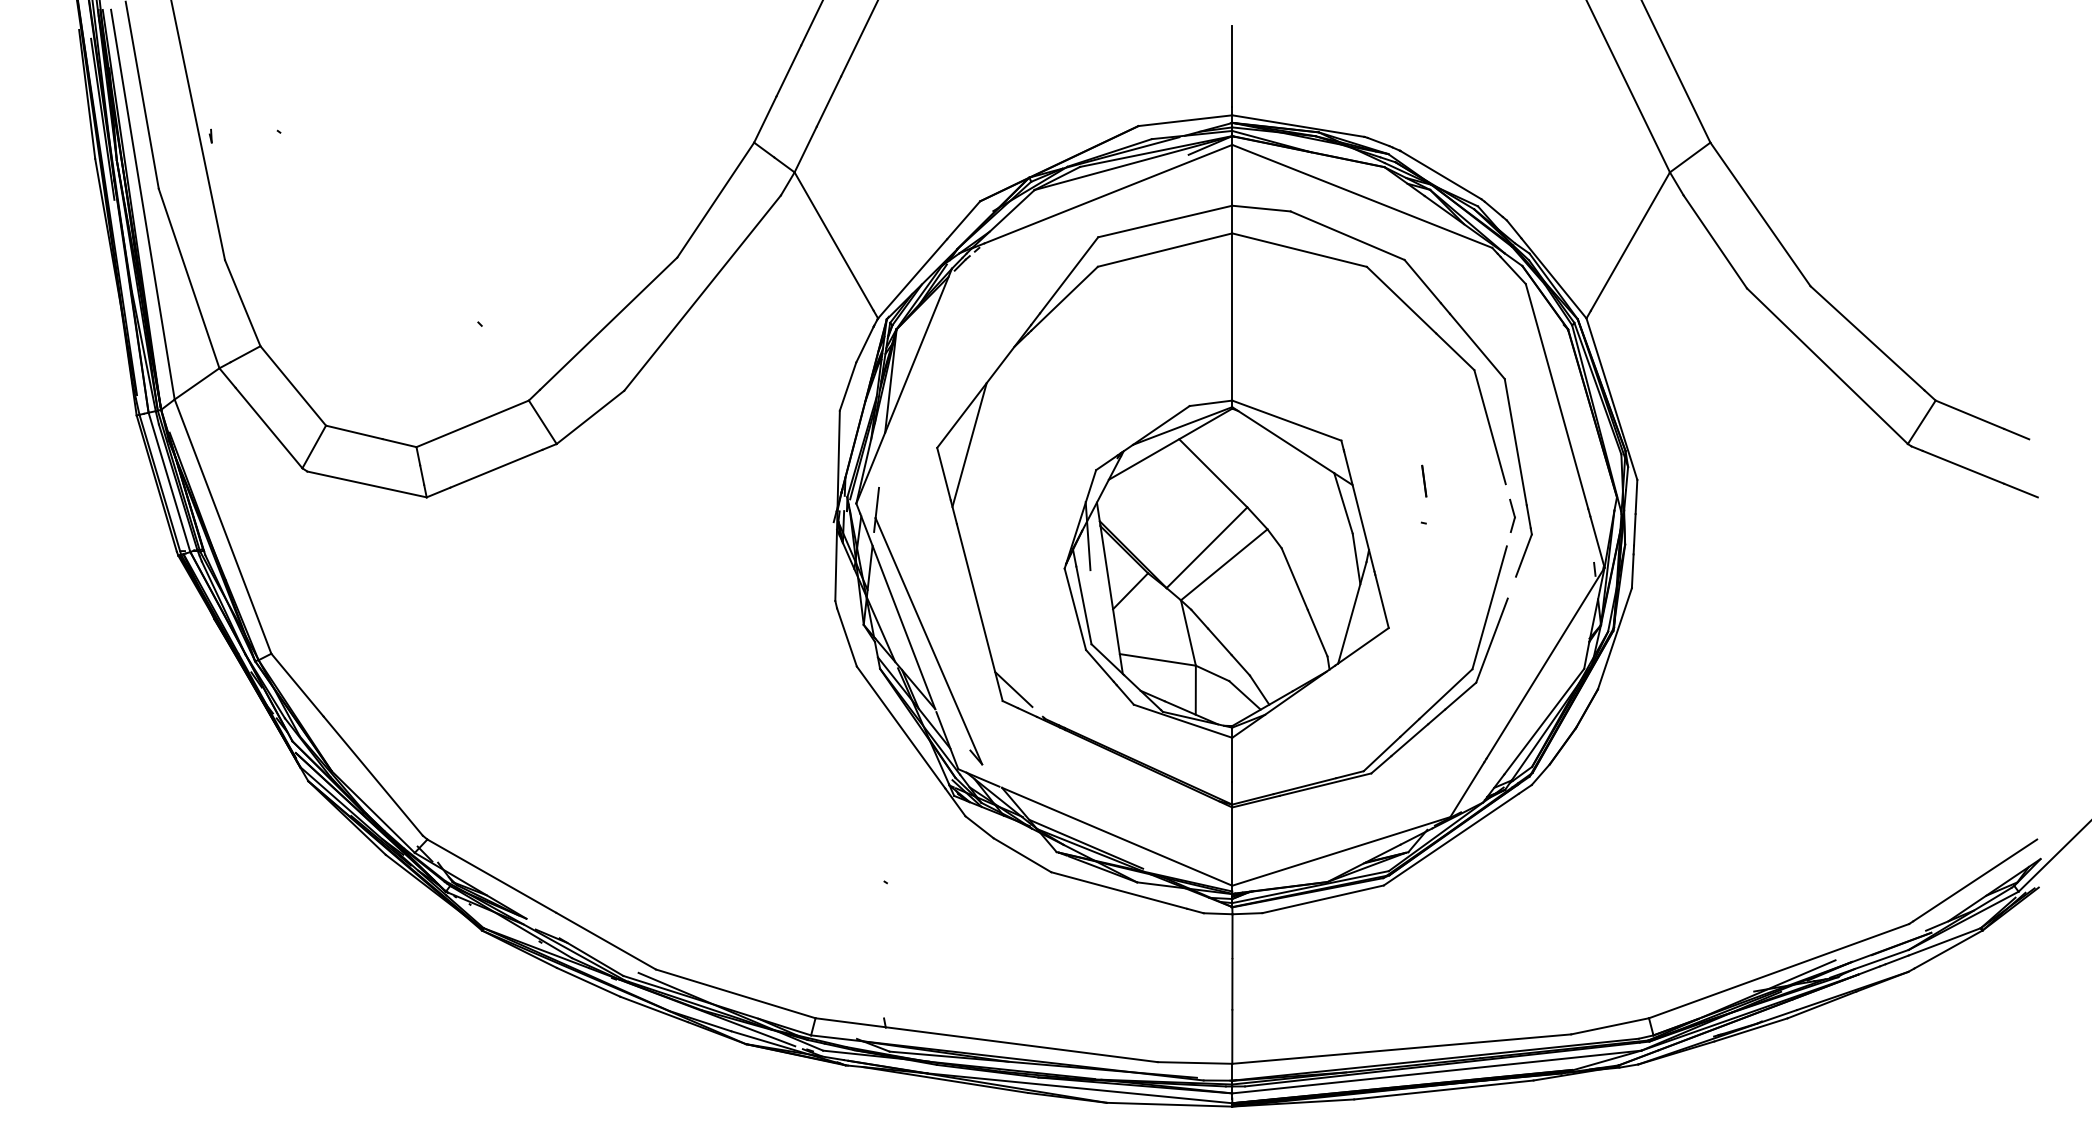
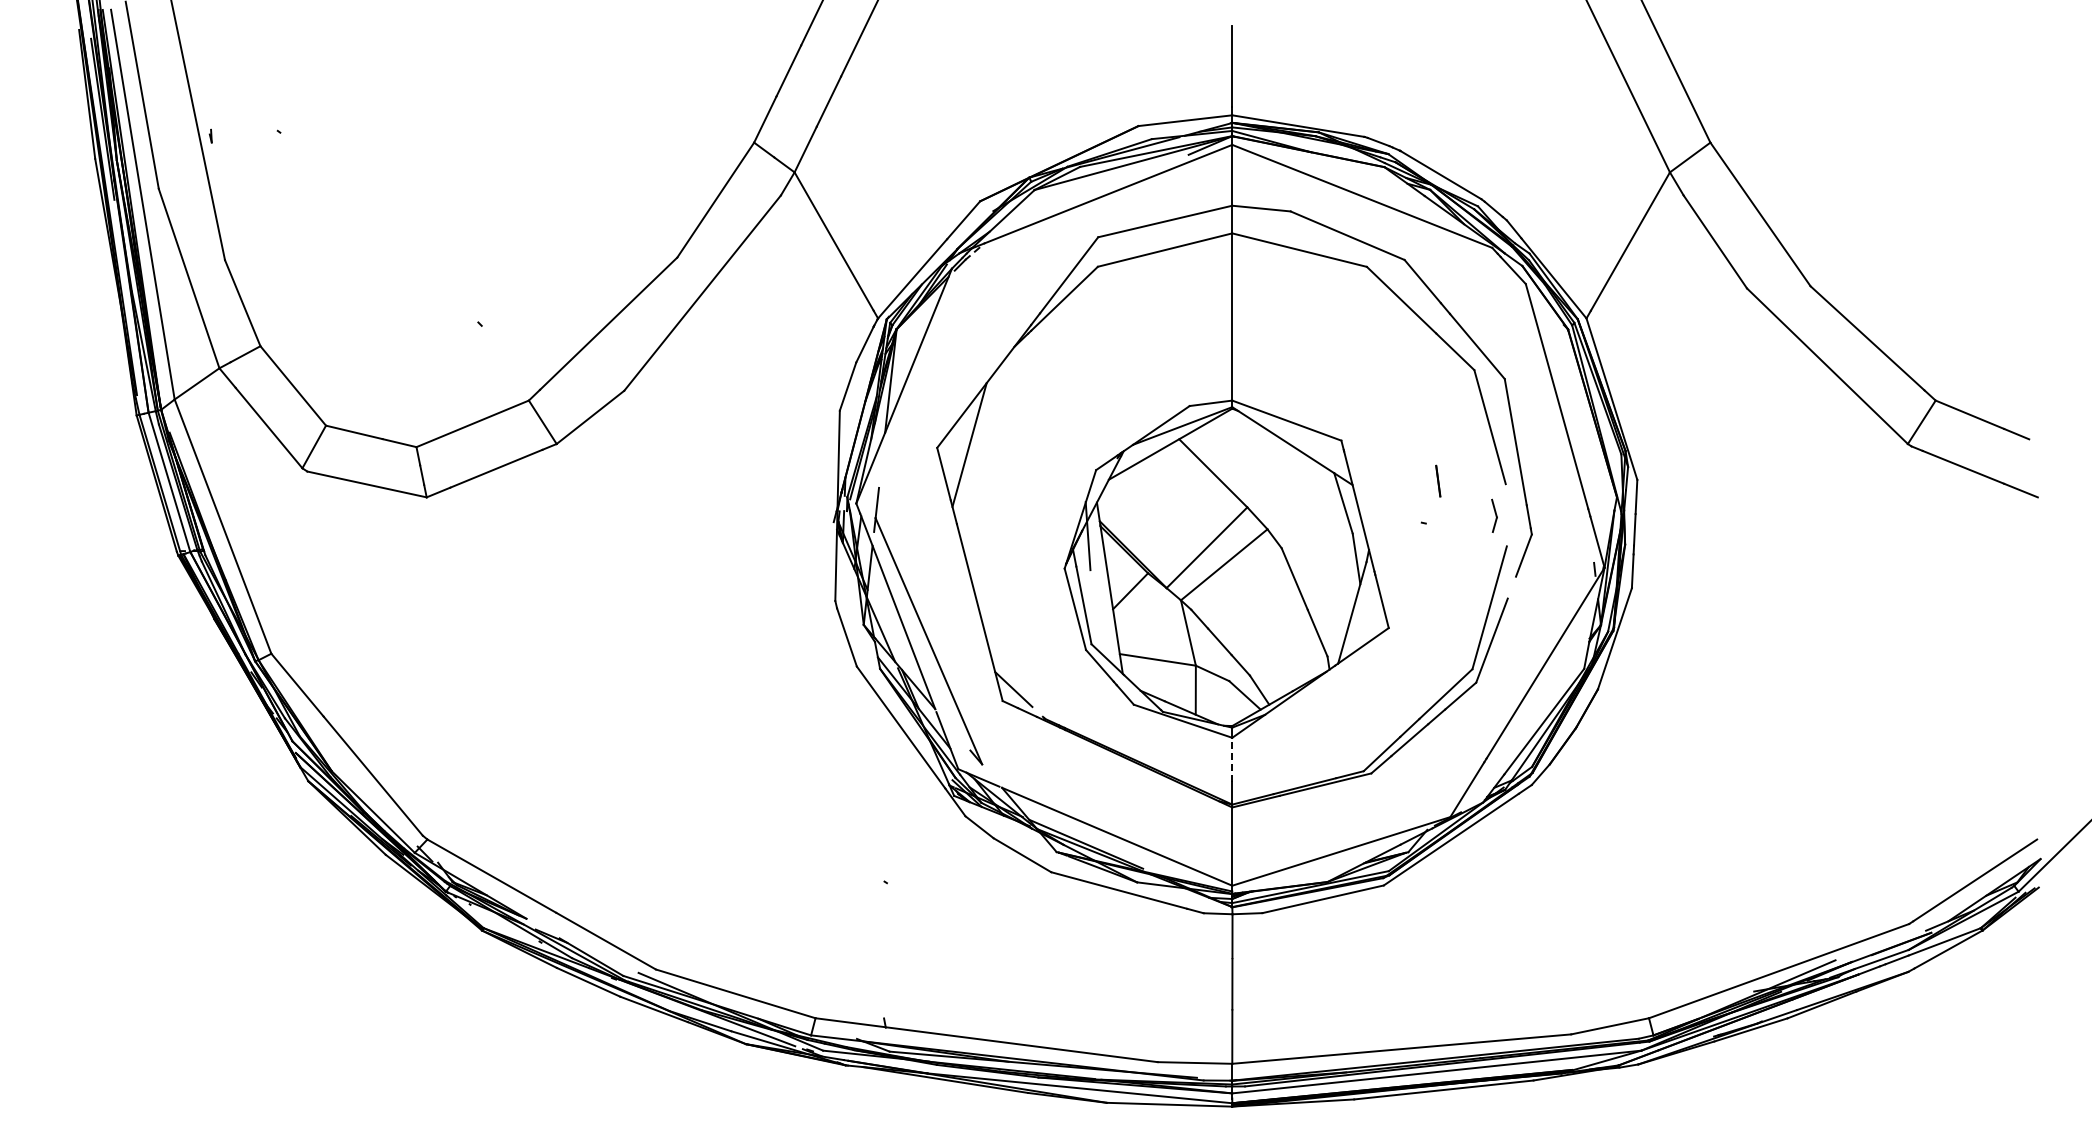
line at (1424, 480) position: (1424, 480) -> (1438, 480)
part at (1512, 515) position: (1512, 515) -> (1494, 515)
line at (1232, 759): solid -> dashed
